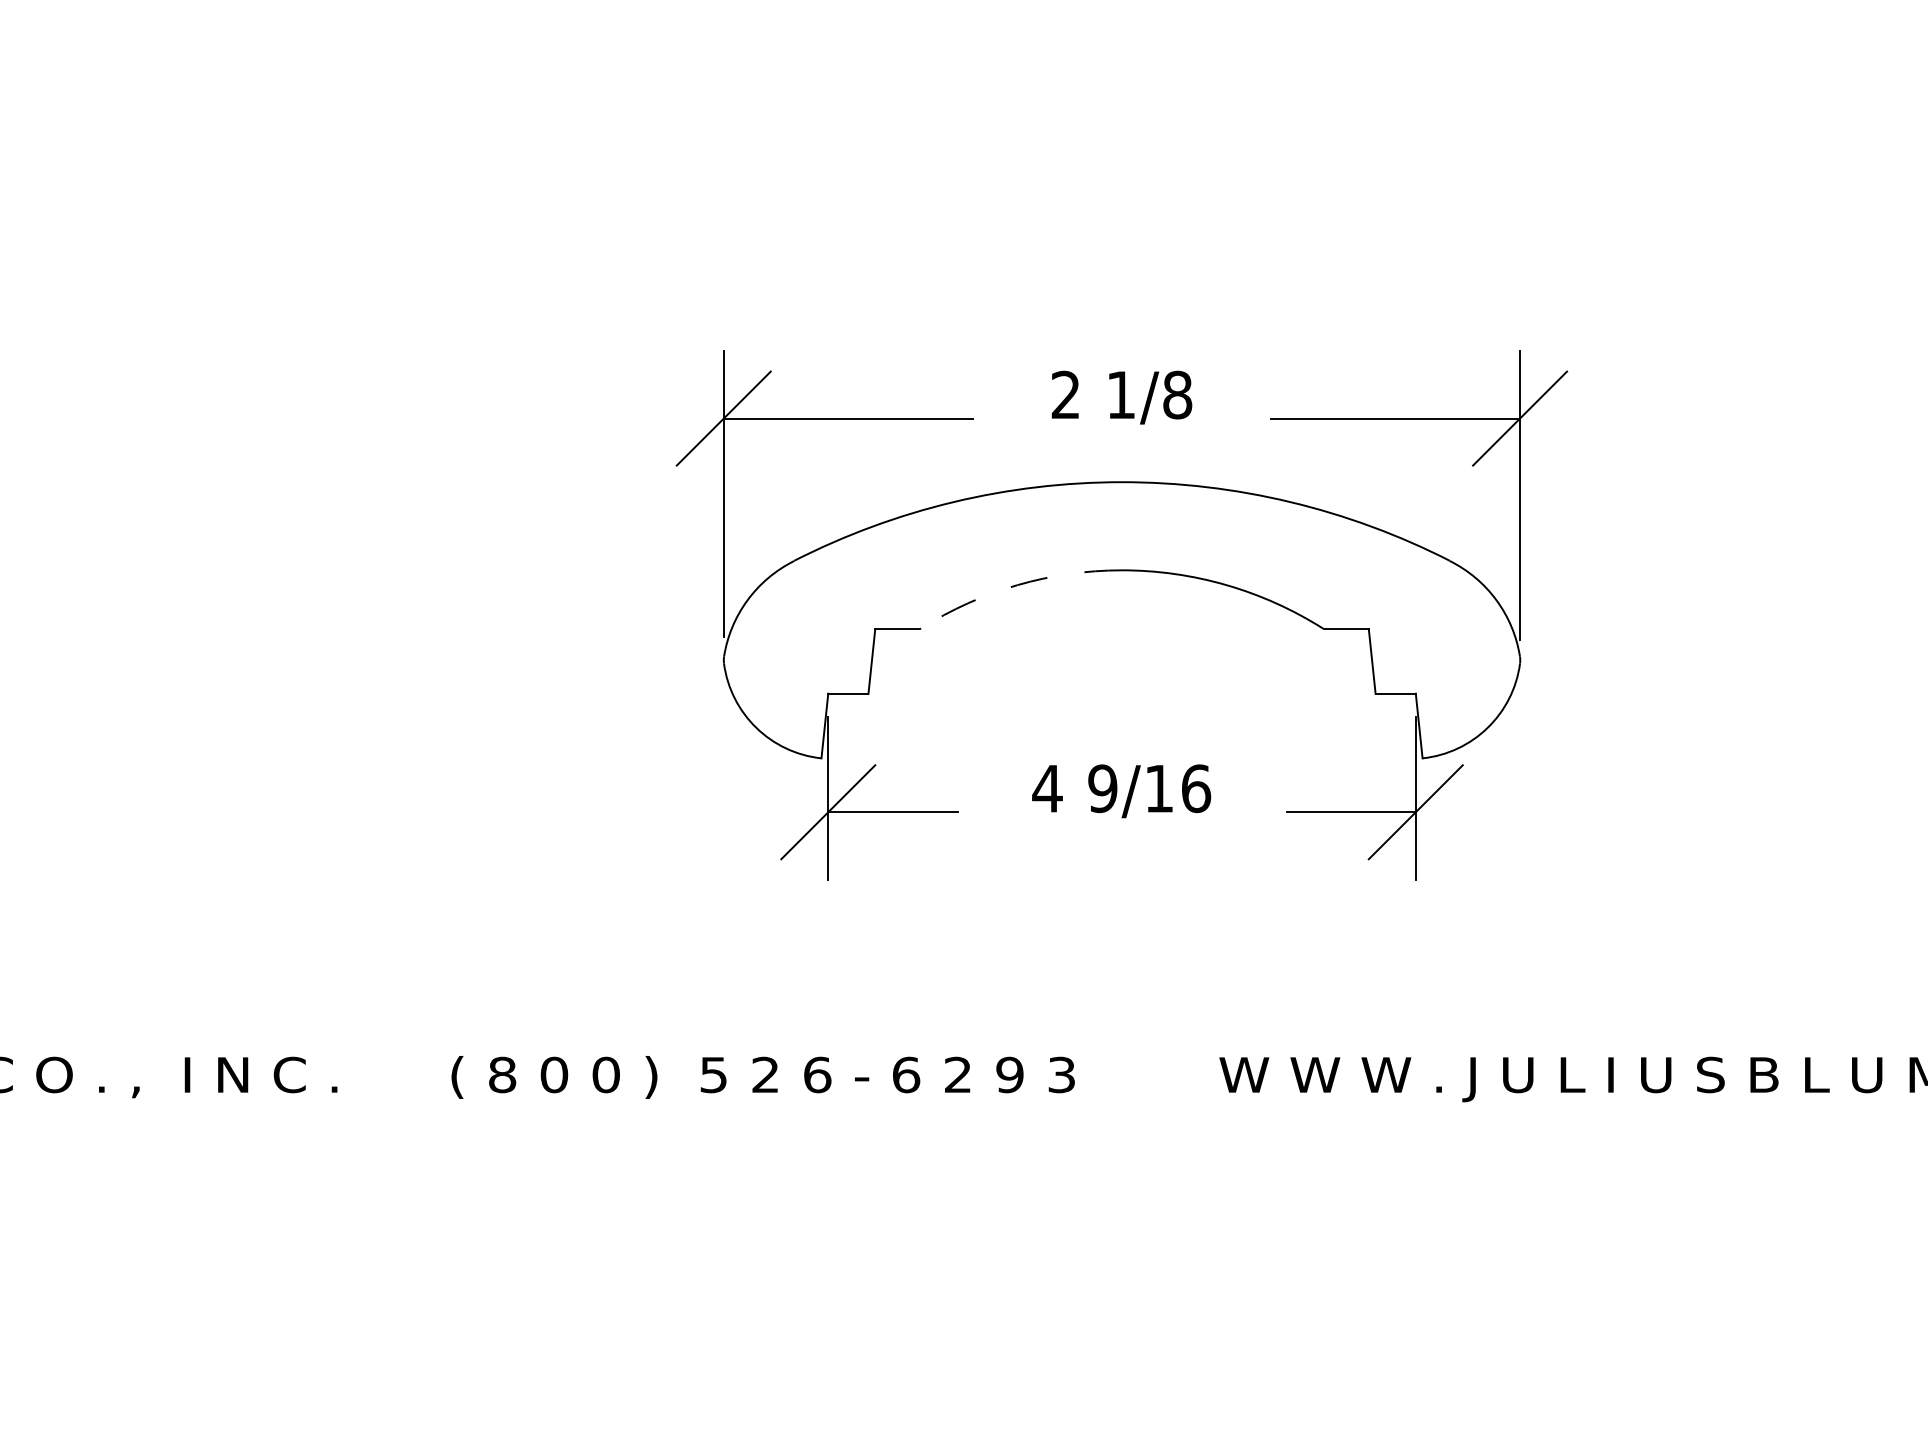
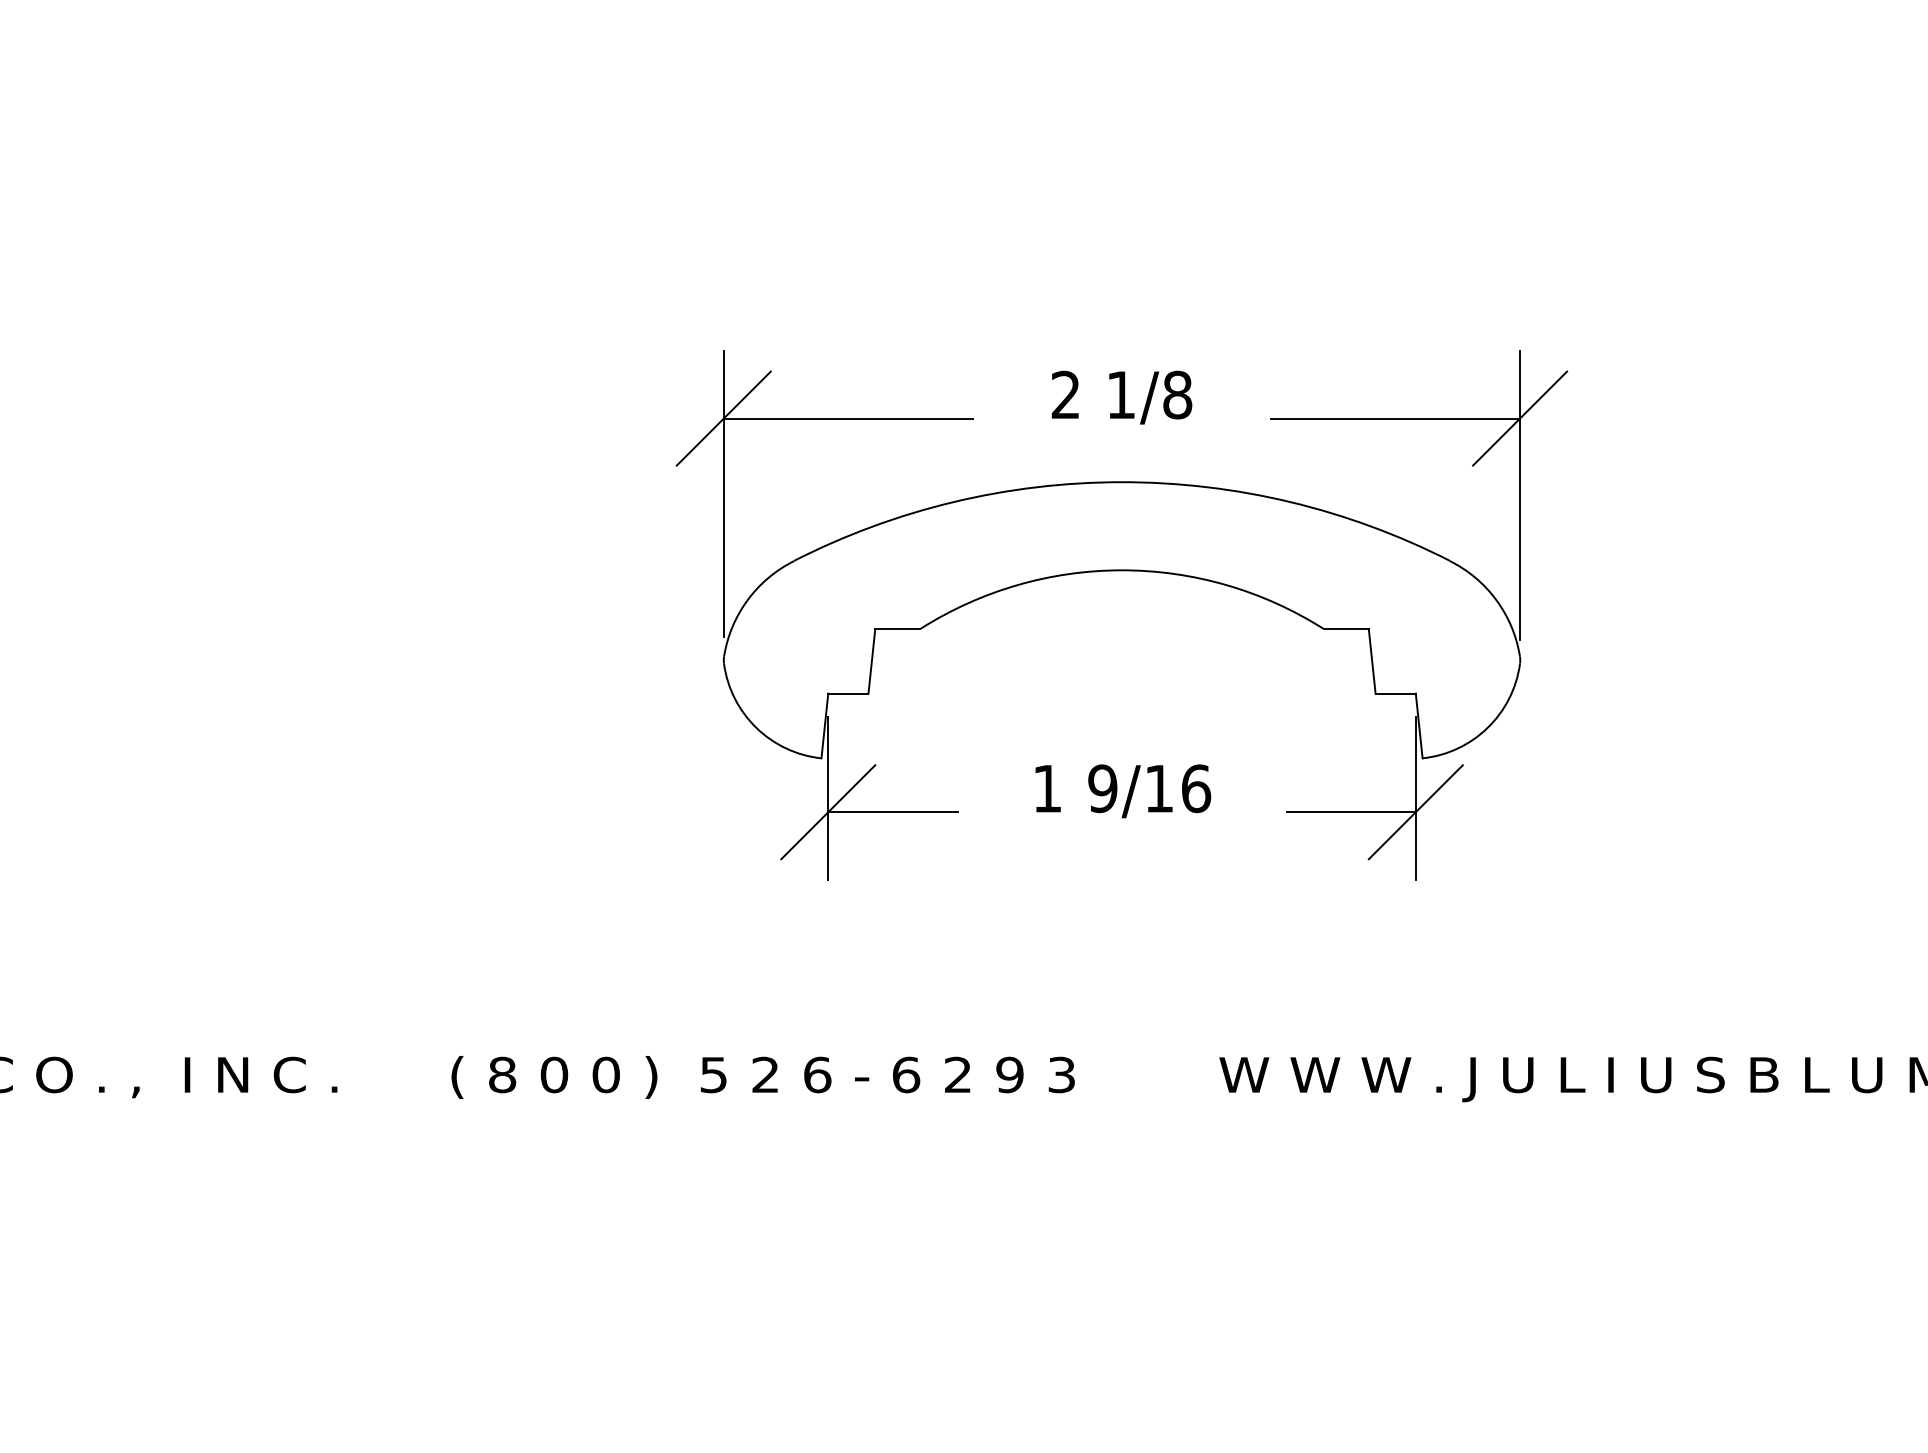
arc at (1017, 585): dashed -> solid
text at (1047, 788): 4 -> 1
